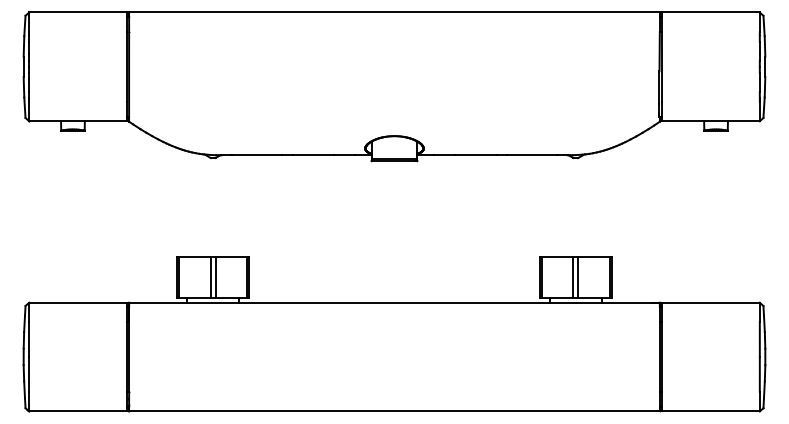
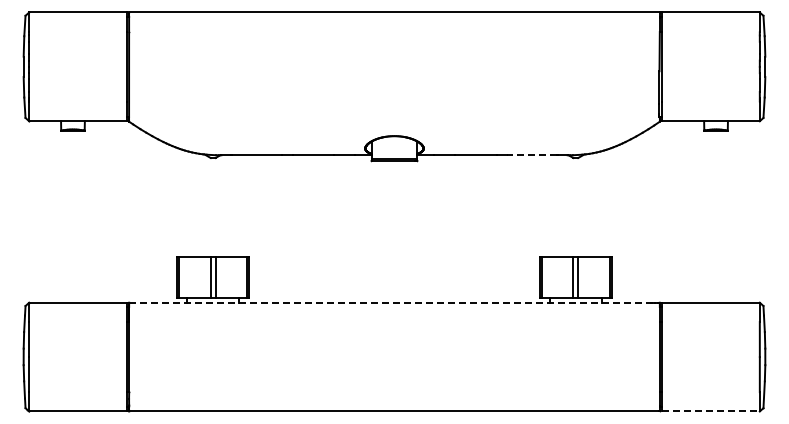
line at (531, 155): solid -> dashed
line at (394, 302): solid -> dashed
line at (711, 411): solid -> dashed
